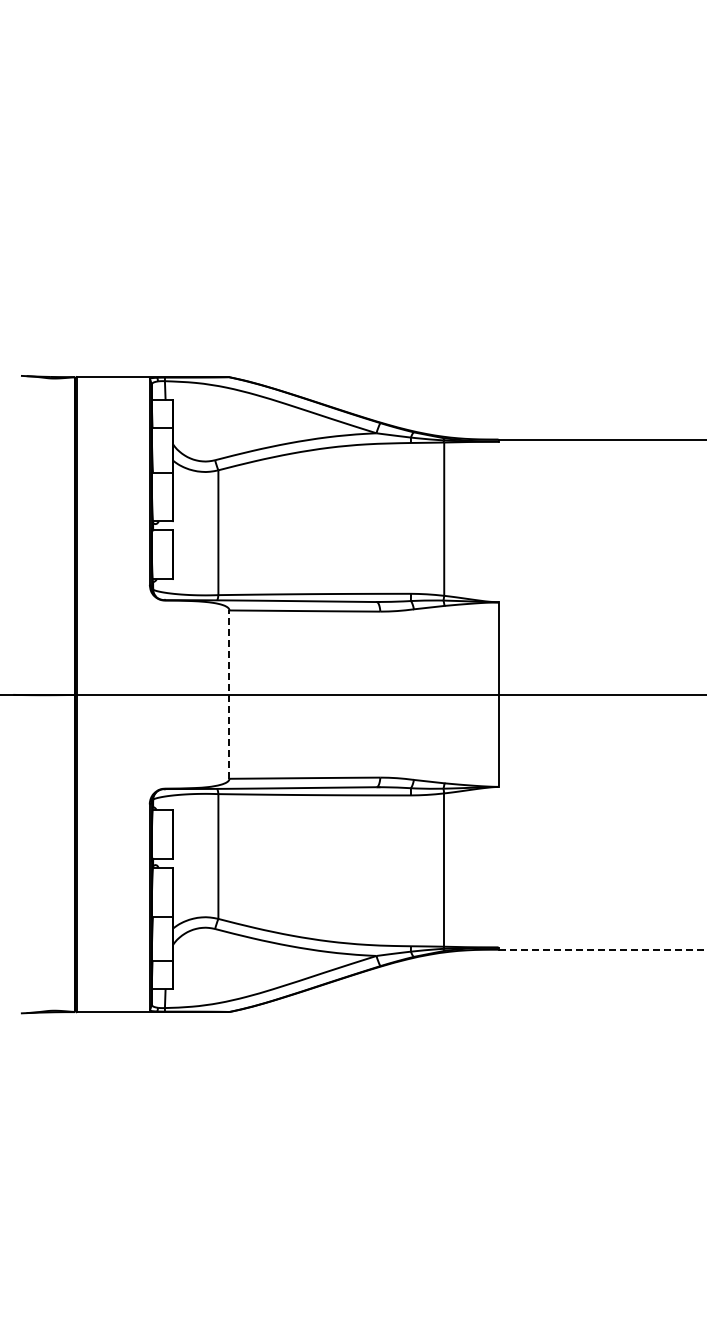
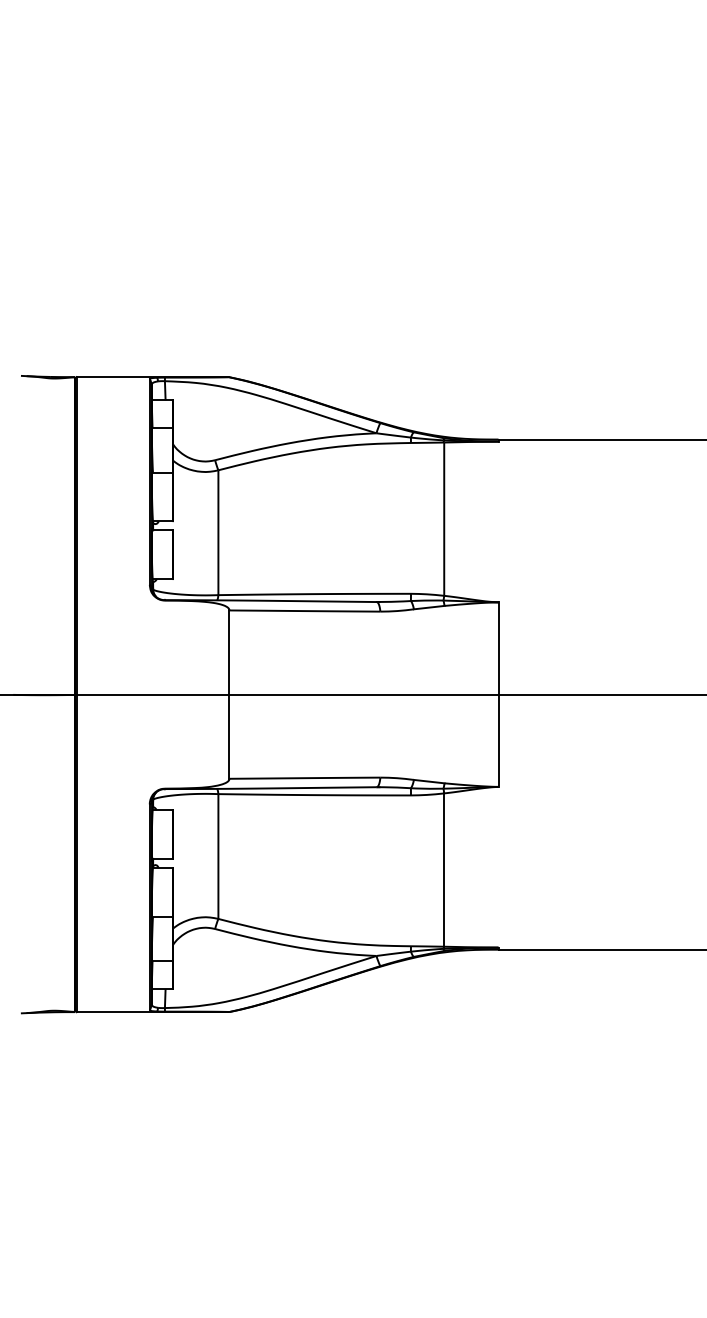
line at (229, 694): dashed -> solid
line at (602, 949): dashed -> solid
